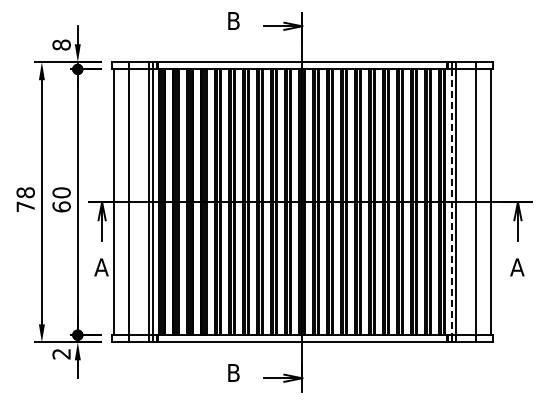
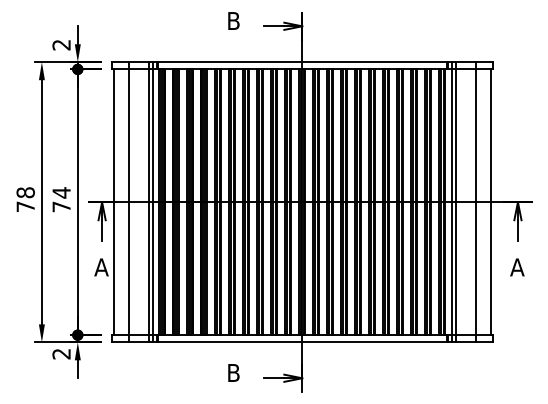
text at (61, 44): 8 -> 2
text at (61, 199): 60 -> 74
line at (451, 202): dashed -> solid
